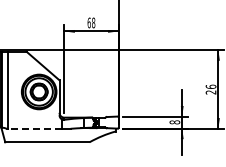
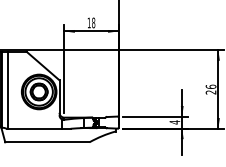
text at (88, 22): 68 -> 18
text at (174, 122): 8 -> 4
line at (35, 128): dashed -> solid
